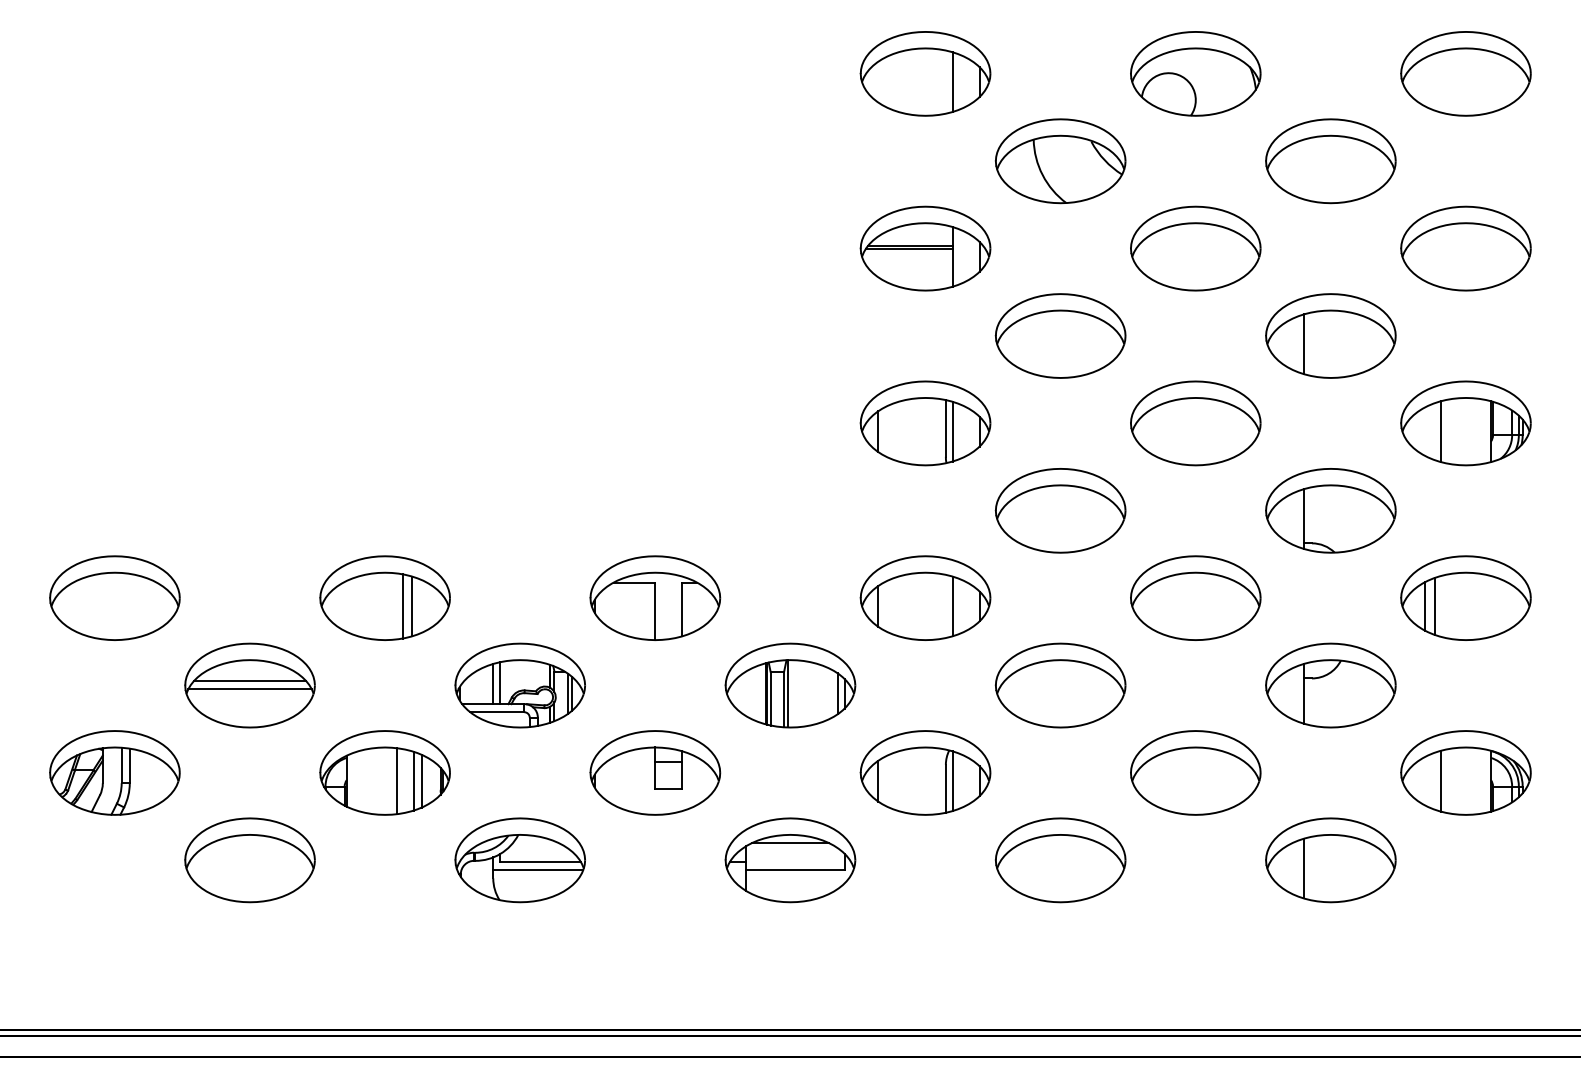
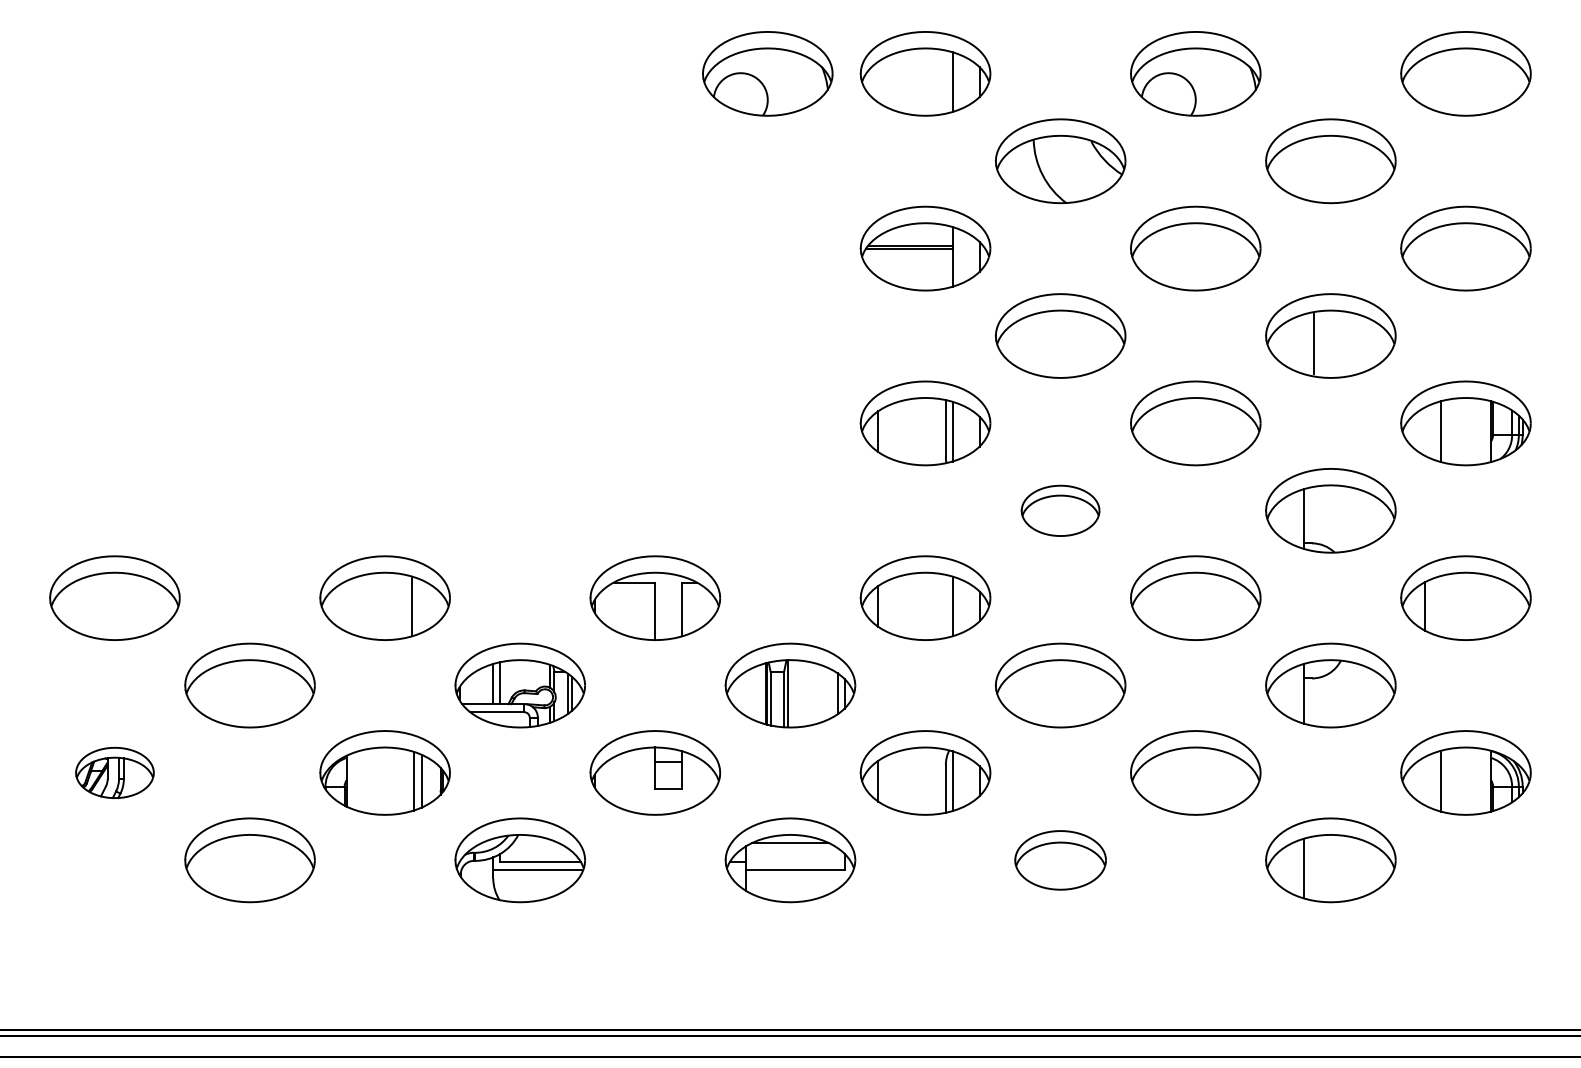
part at (767, 73): none -> present
line at (1303, 344) position: (1303, 344) -> (1313, 344)
part at (1060, 510) size: 133x86 px -> 81x53 px
line at (1434, 605): present -> none
line at (402, 606): present -> none
line at (249, 681): present -> none
line at (249, 689): present -> none
part at (114, 772) size: 132x86 px -> 80x54 px
line at (396, 781): present -> none
part at (1060, 860) size: 133x87 px -> 93x61 px
